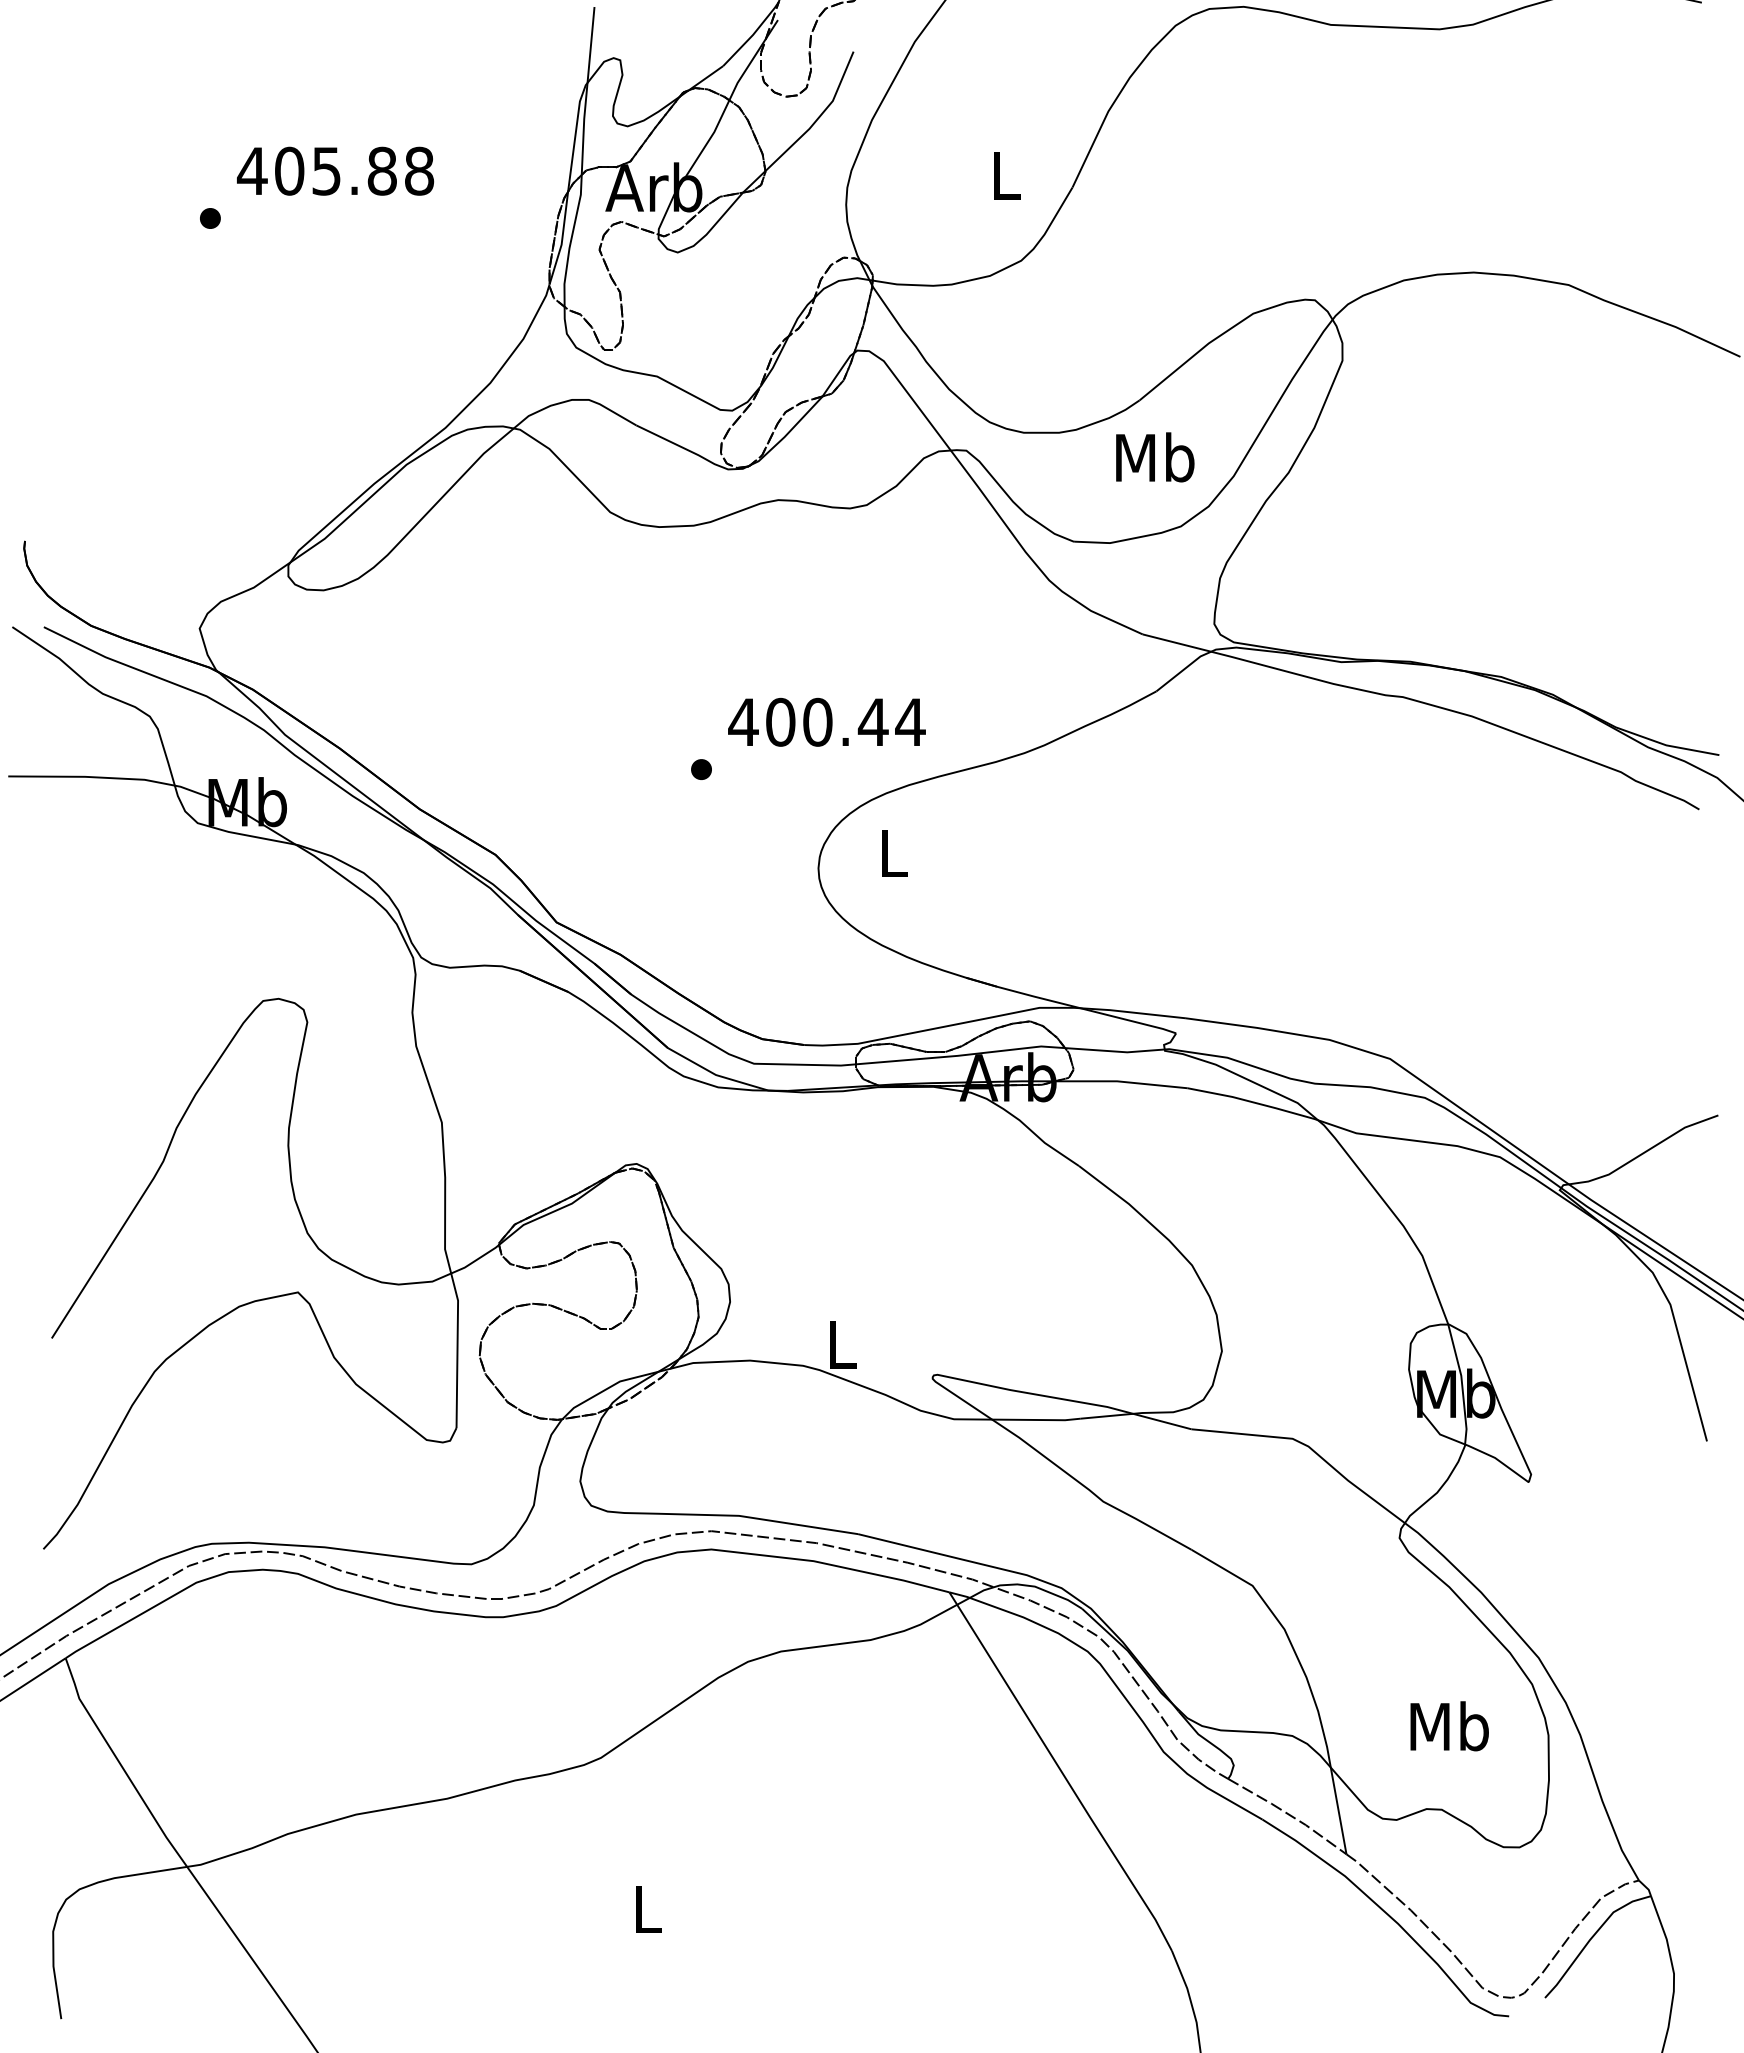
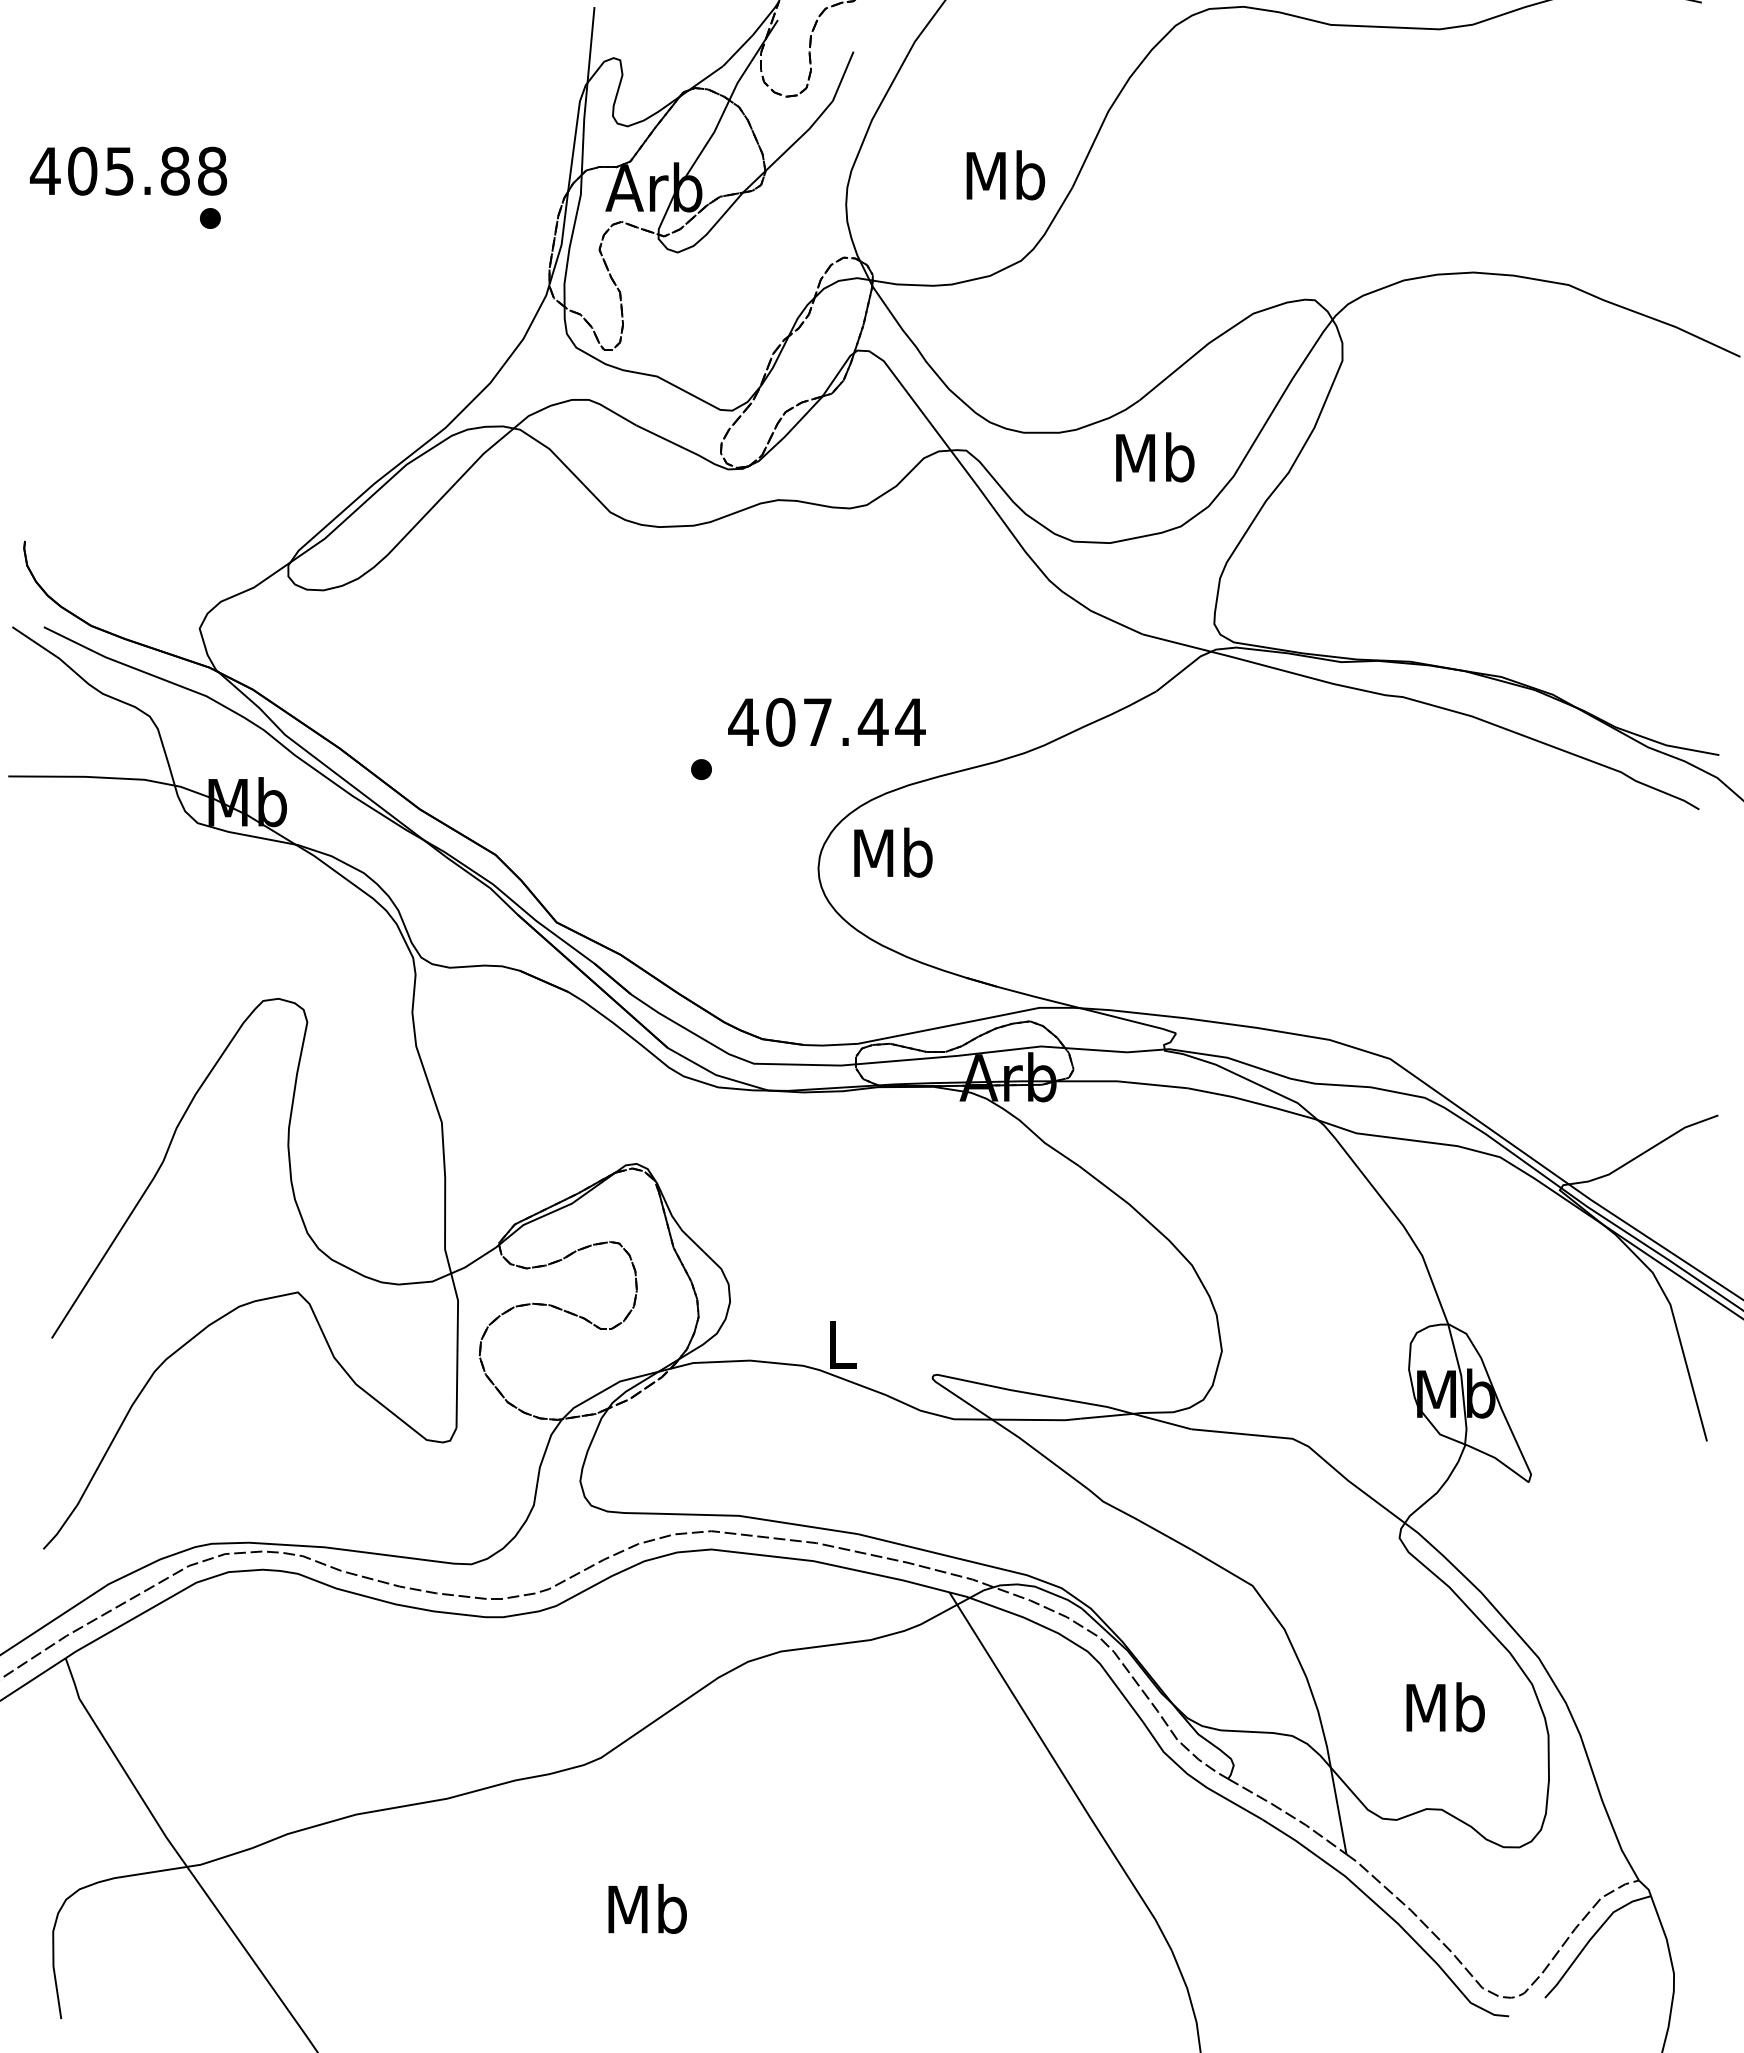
text at (335, 170) position: (335, 170) -> (128, 170)
text at (1005, 175): L -> Mb
text at (817, 721): 400.44 -> 407.44
text at (893, 852): L -> Mb
text at (1449, 1726) position: (1449, 1726) -> (1445, 1707)
text at (647, 1908): L -> Mb
